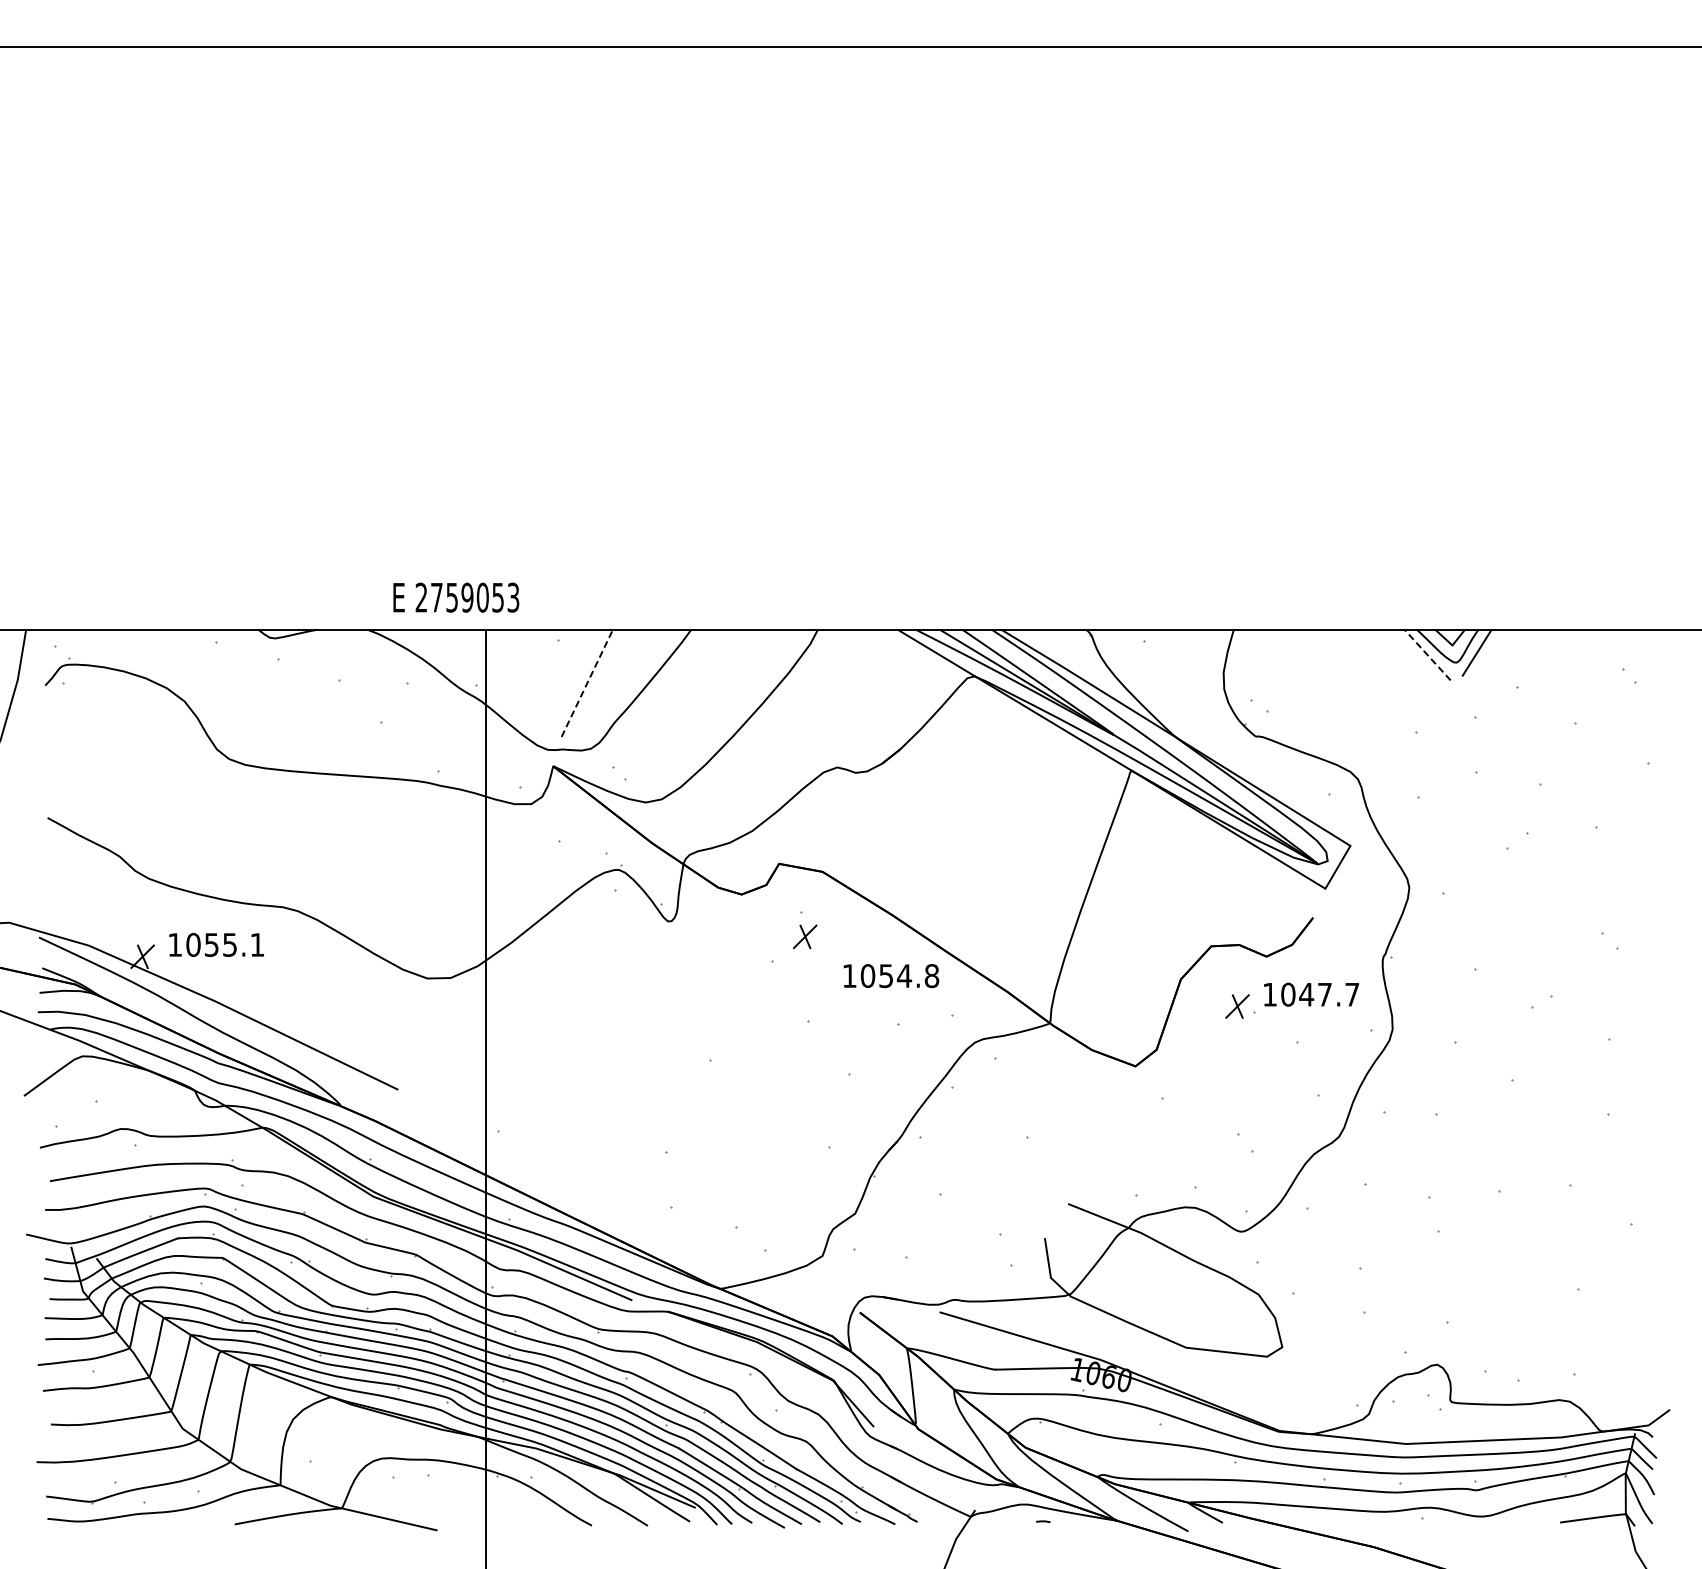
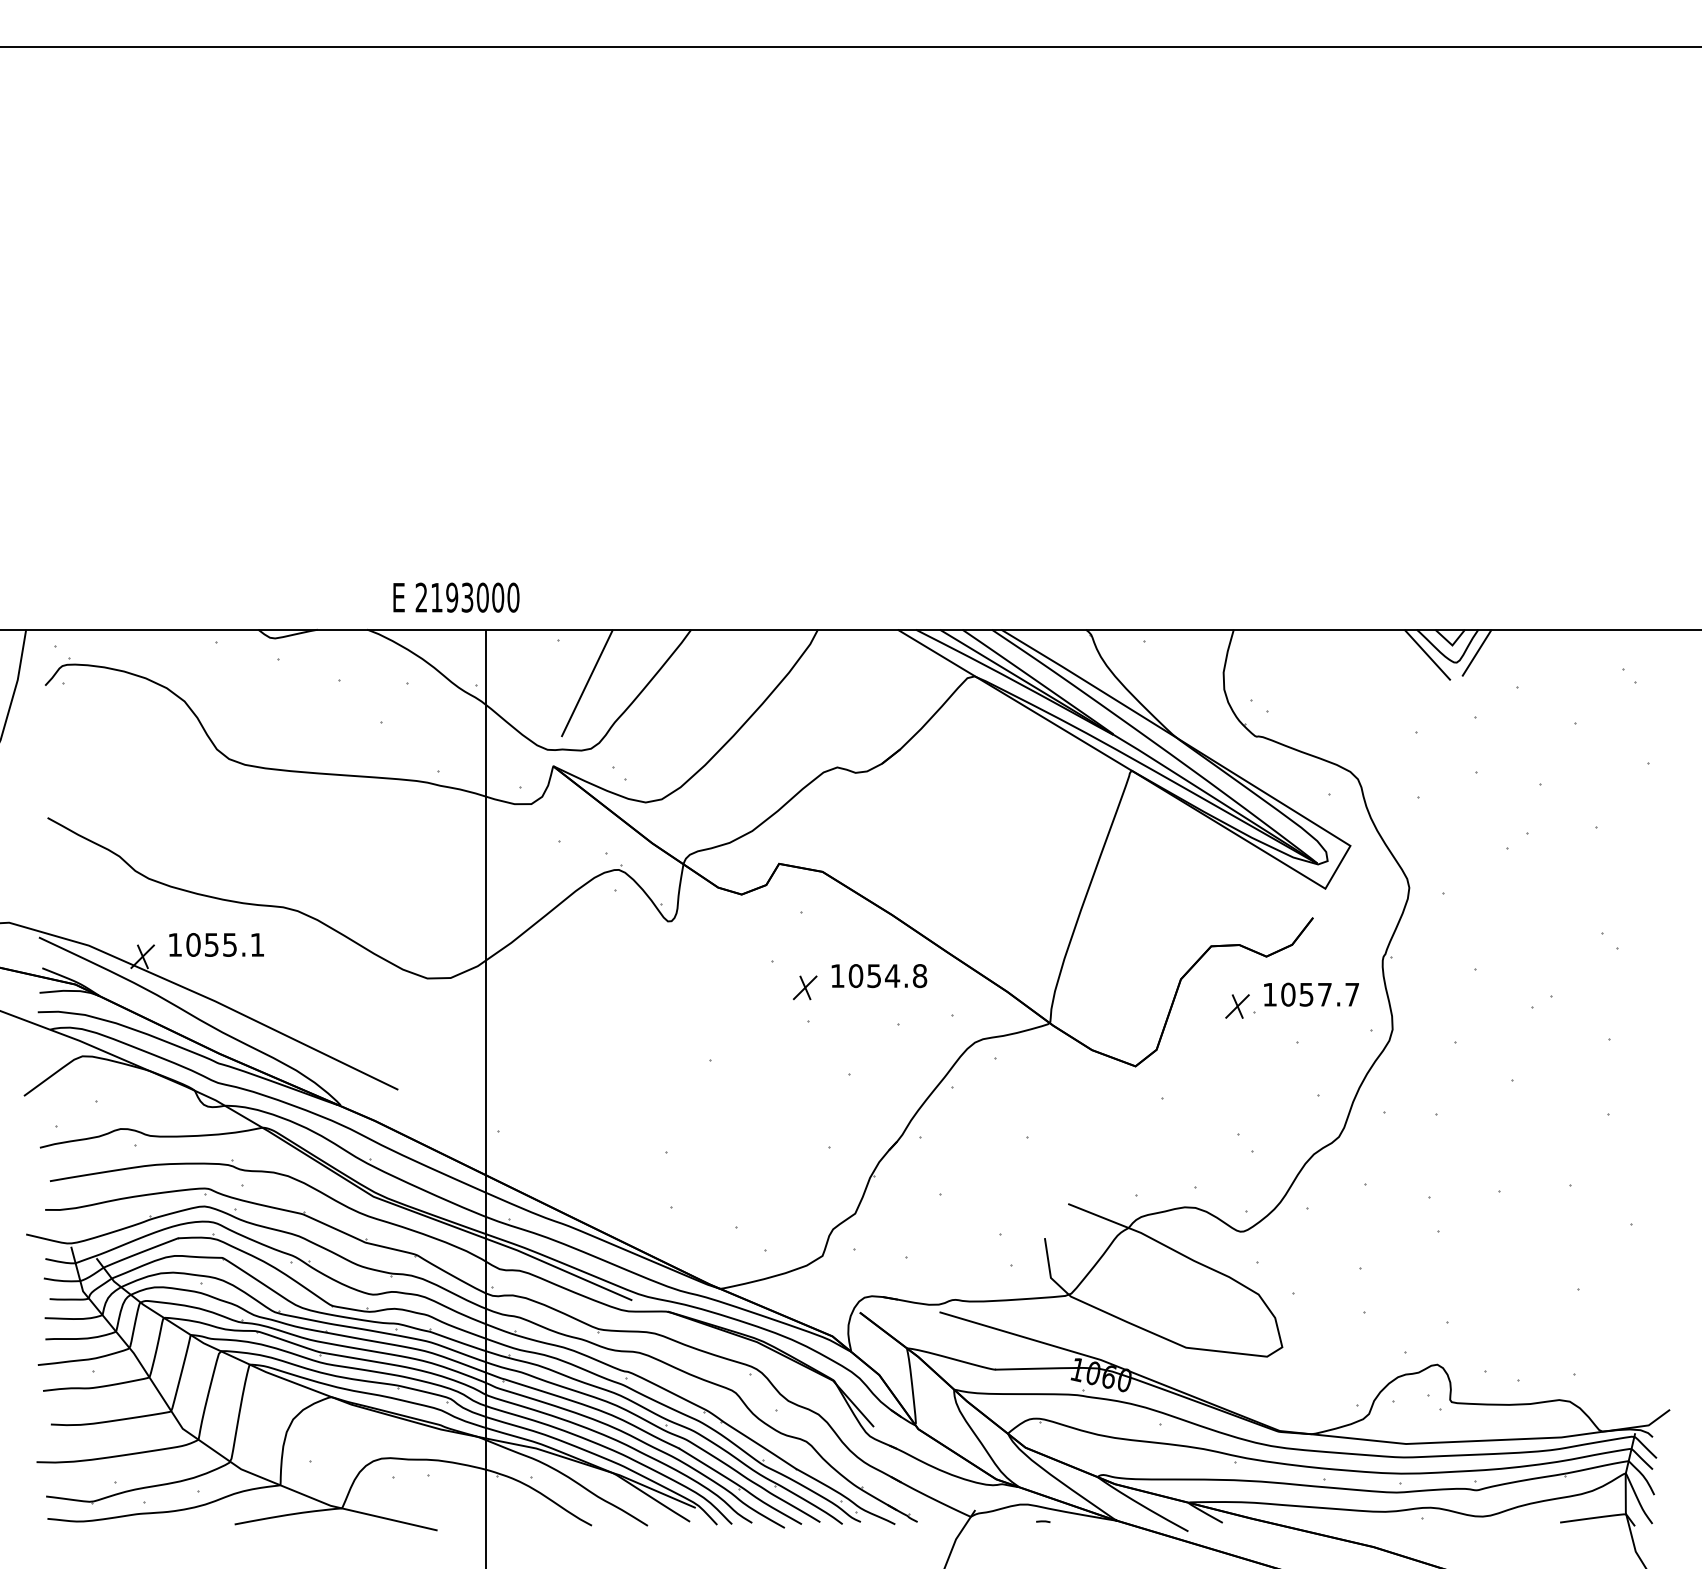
text at (475, 597): 2759053 -> 2193000
line at (1427, 654): dashed -> solid
line at (587, 682): dashed -> solid
part at (804, 936) position: (804, 936) -> (804, 987)
text at (891, 976) position: (891, 976) -> (879, 976)
text at (1306, 994): 1047.7 -> 1057.7
